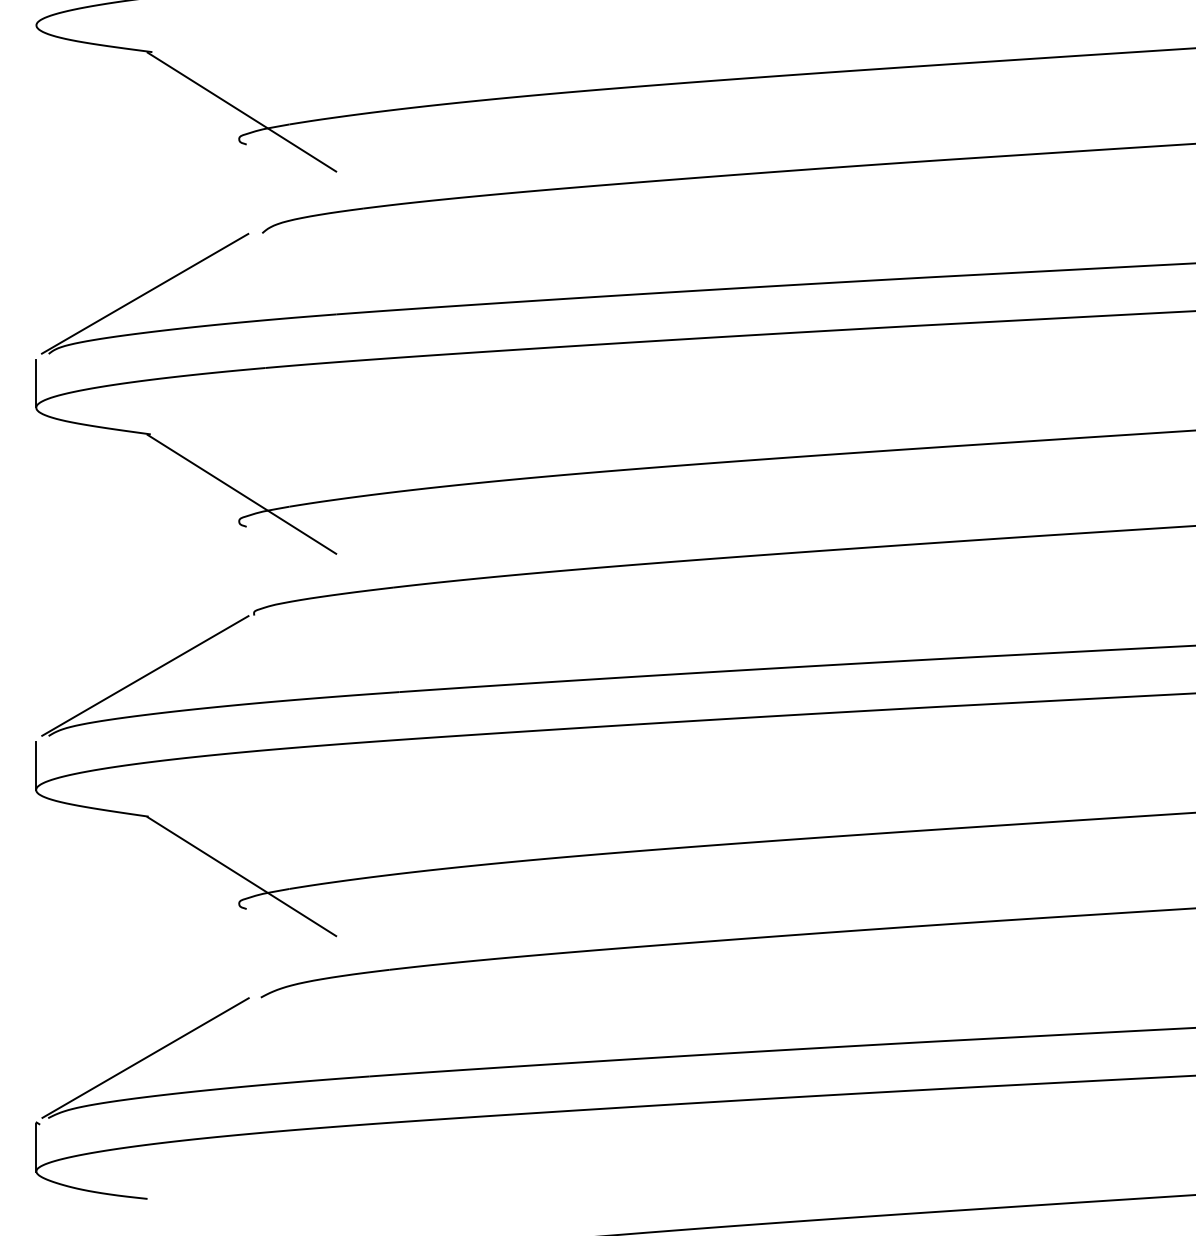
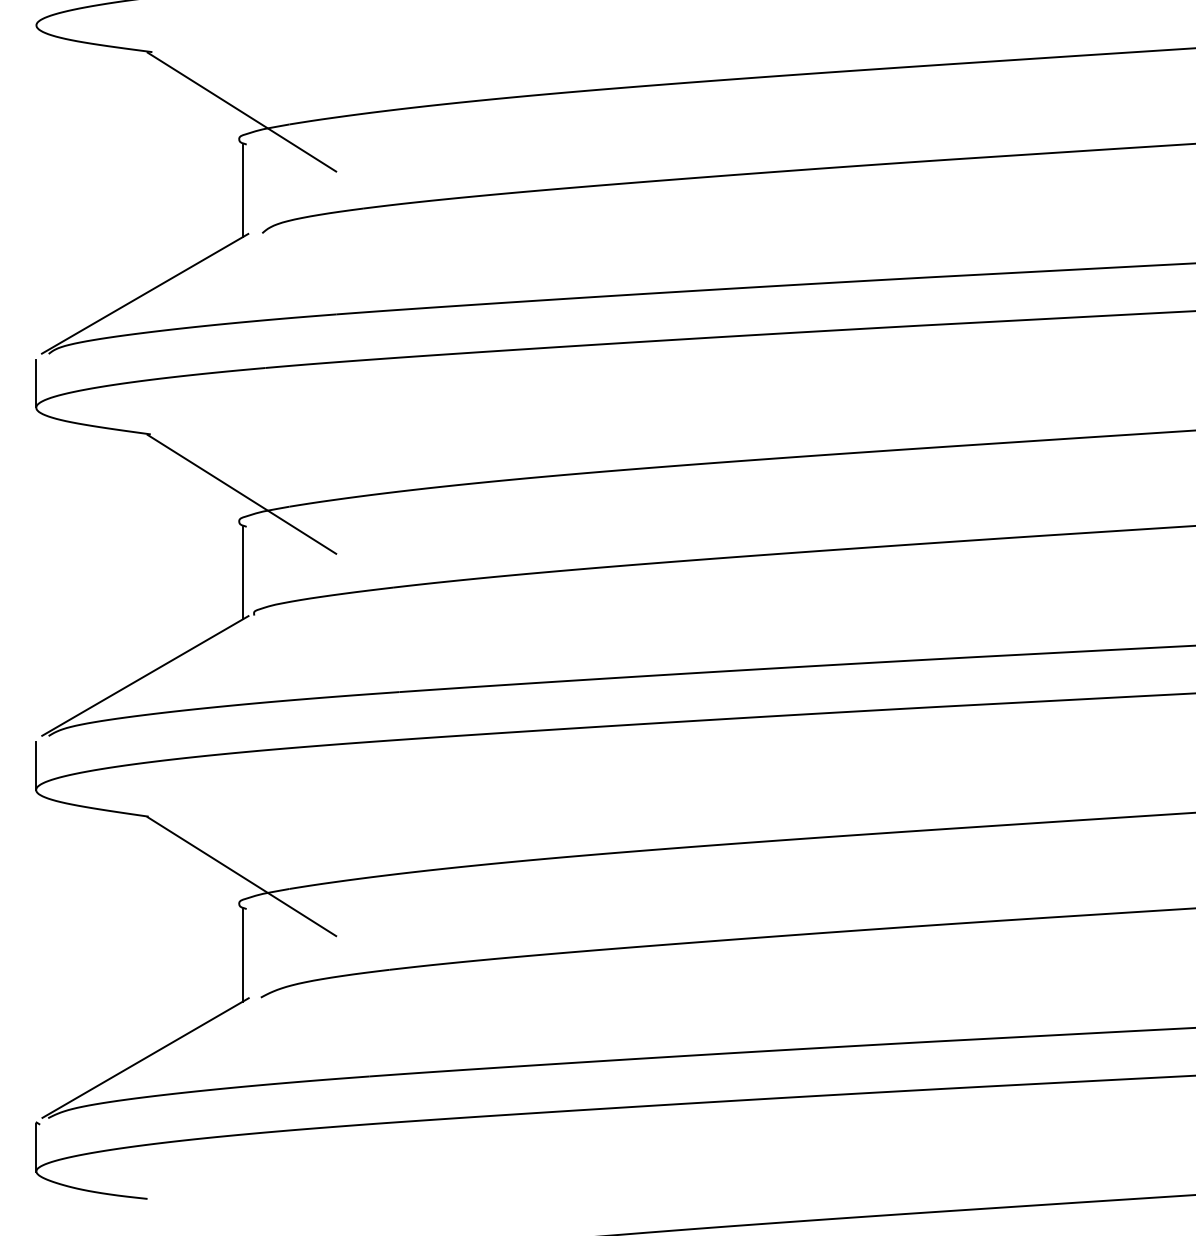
line at (243, 190): none -> present
line at (243, 572): none -> present
line at (243, 955): none -> present
